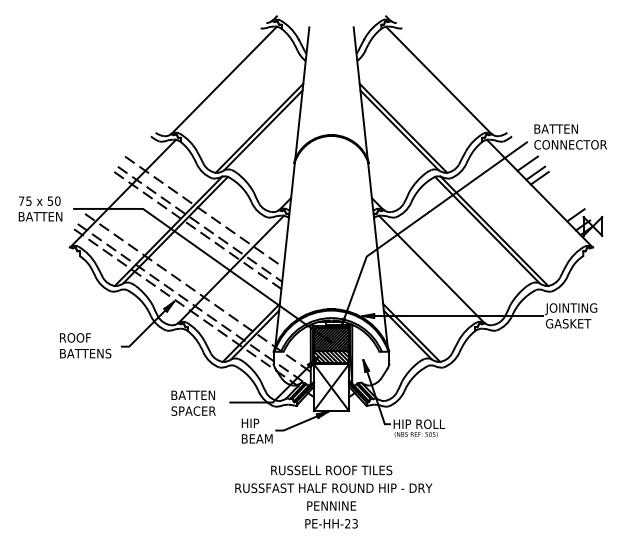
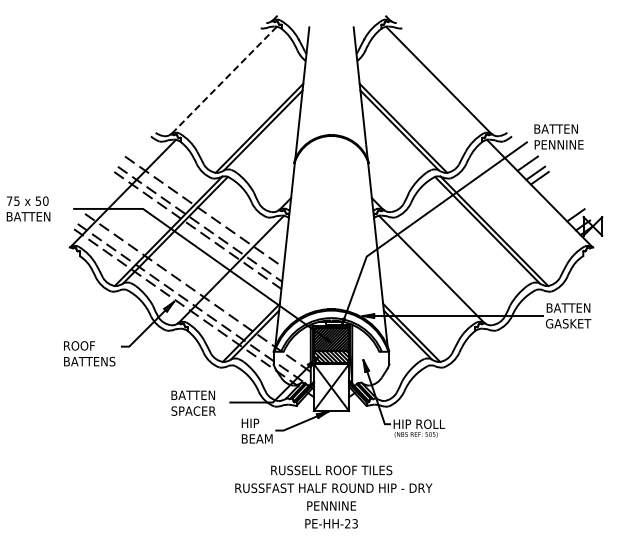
line at (224, 80): solid -> dashed
text at (570, 144): CONNECTOR -> PENNINE
text at (40, 208) position: (40, 208) -> (28, 208)
text at (571, 309): JOINTING -> BATTEN
text at (85, 345) position: (85, 345) -> (89, 353)
